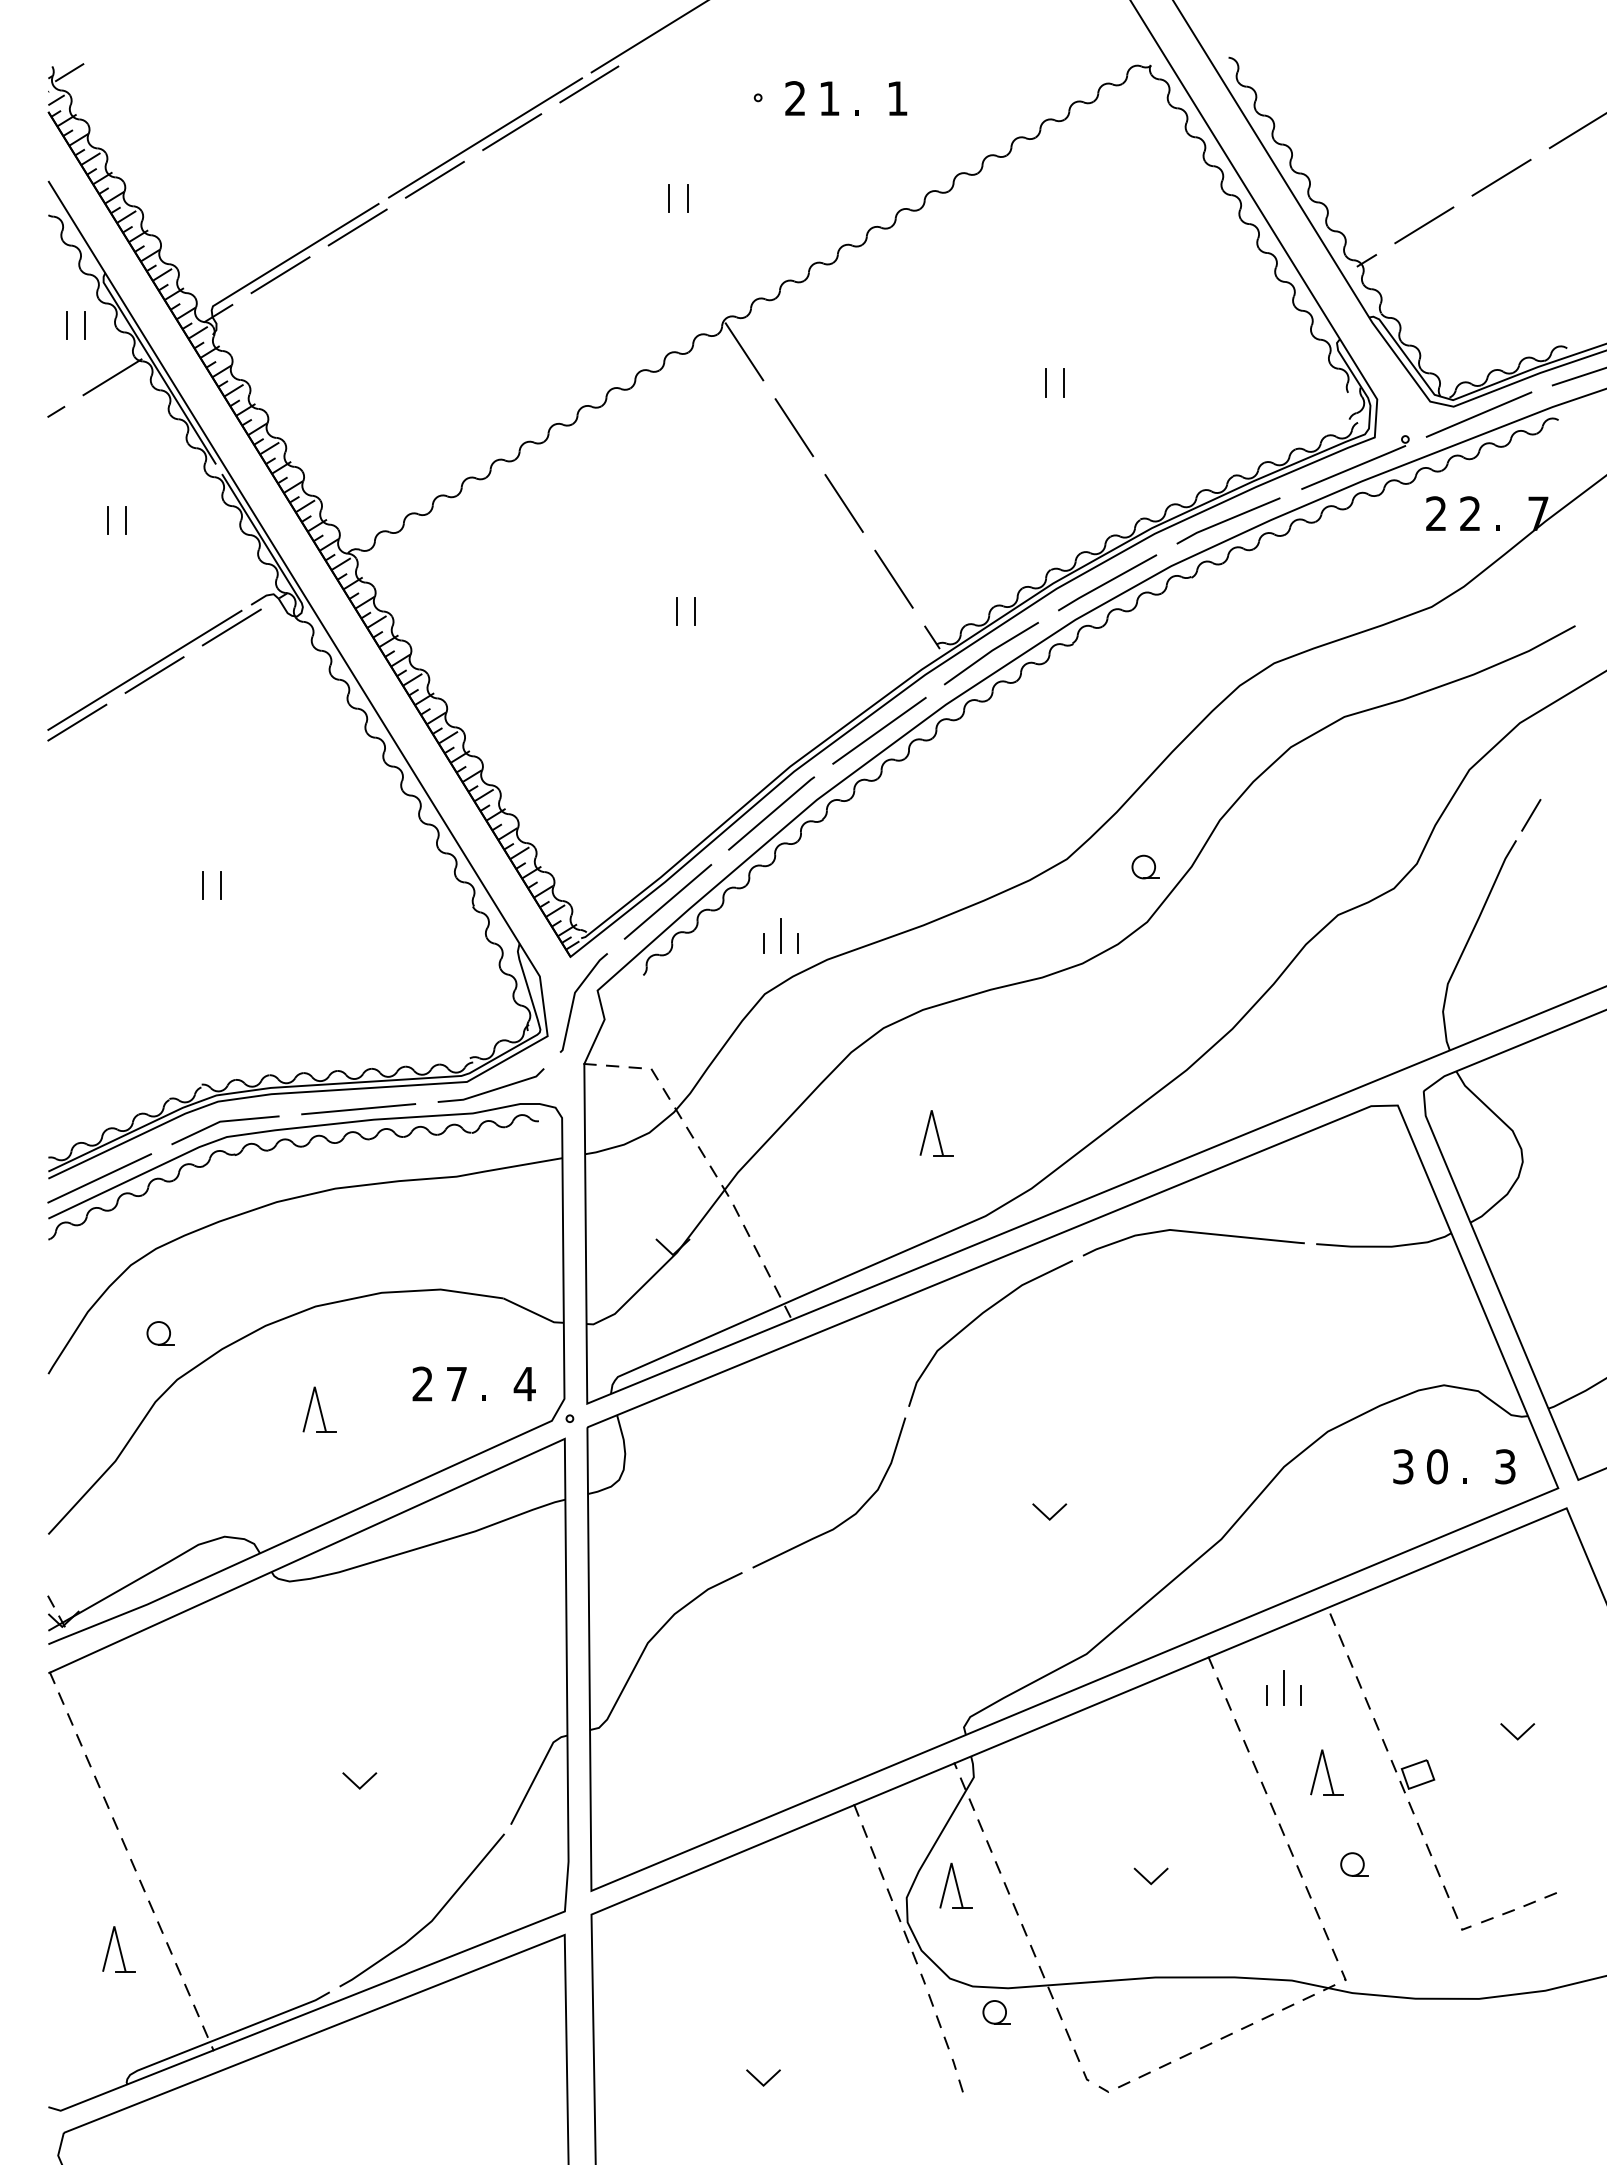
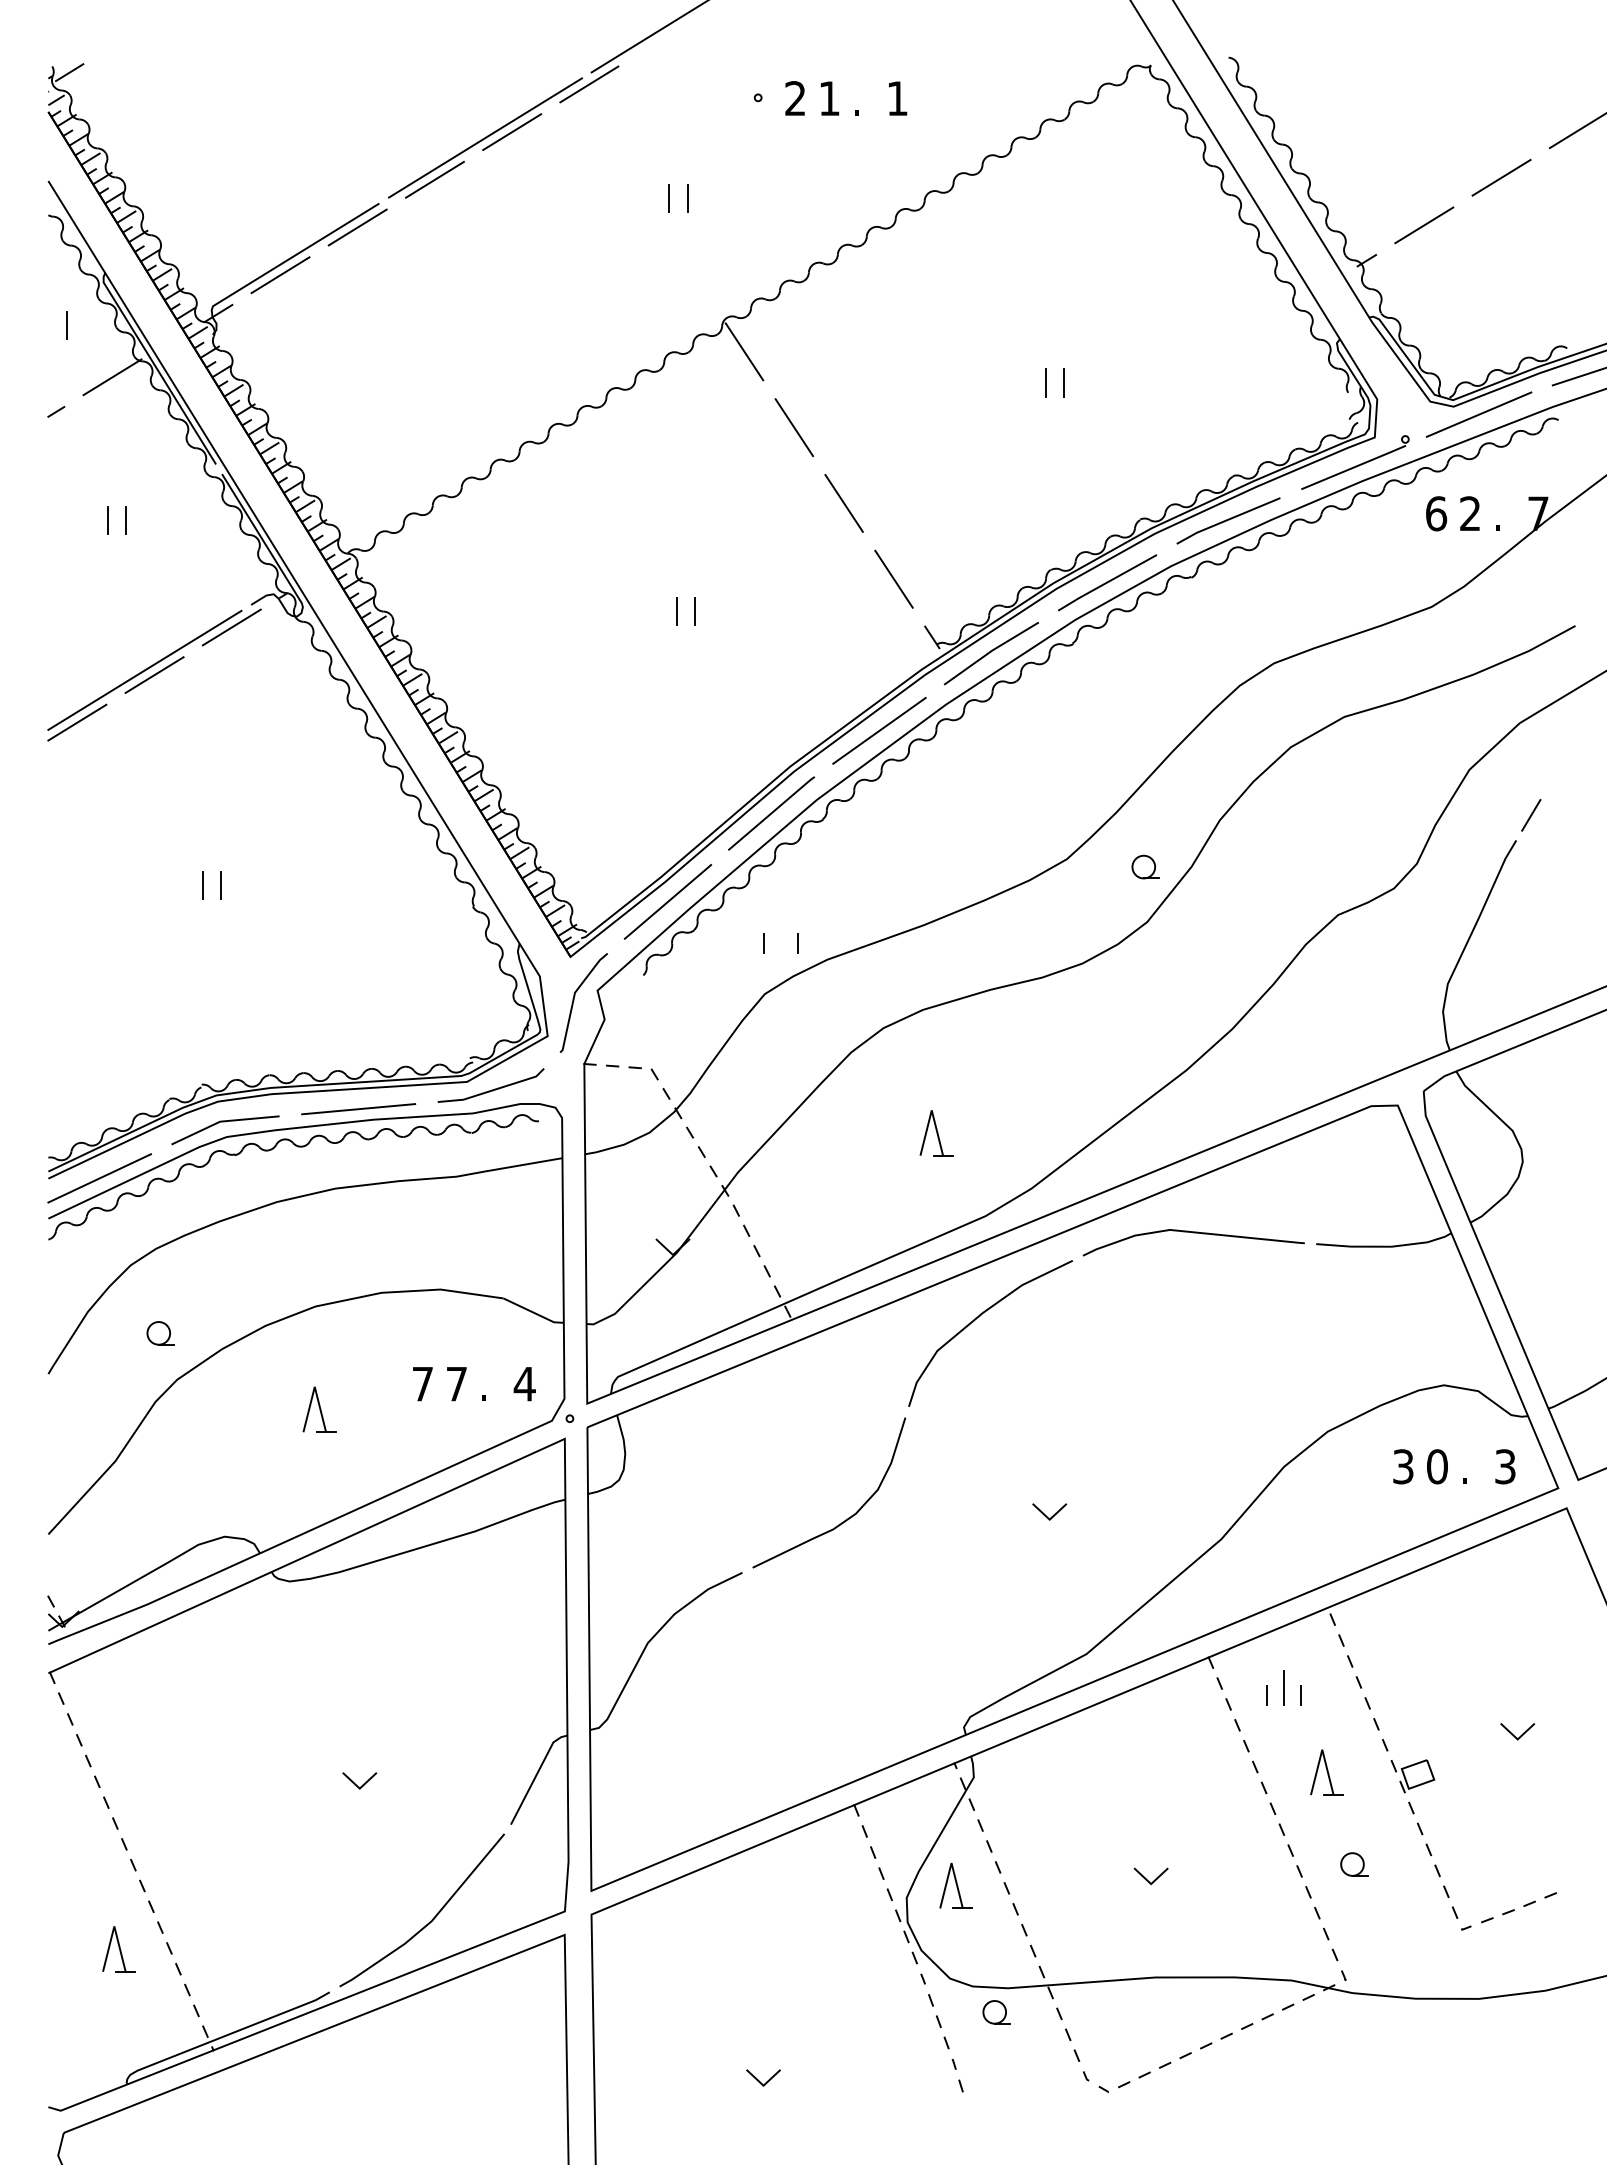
line at (84, 325): present -> none
text at (1436, 513): 2 -> 6
line at (781, 936): present -> none
text at (422, 1383): 2 -> 7
